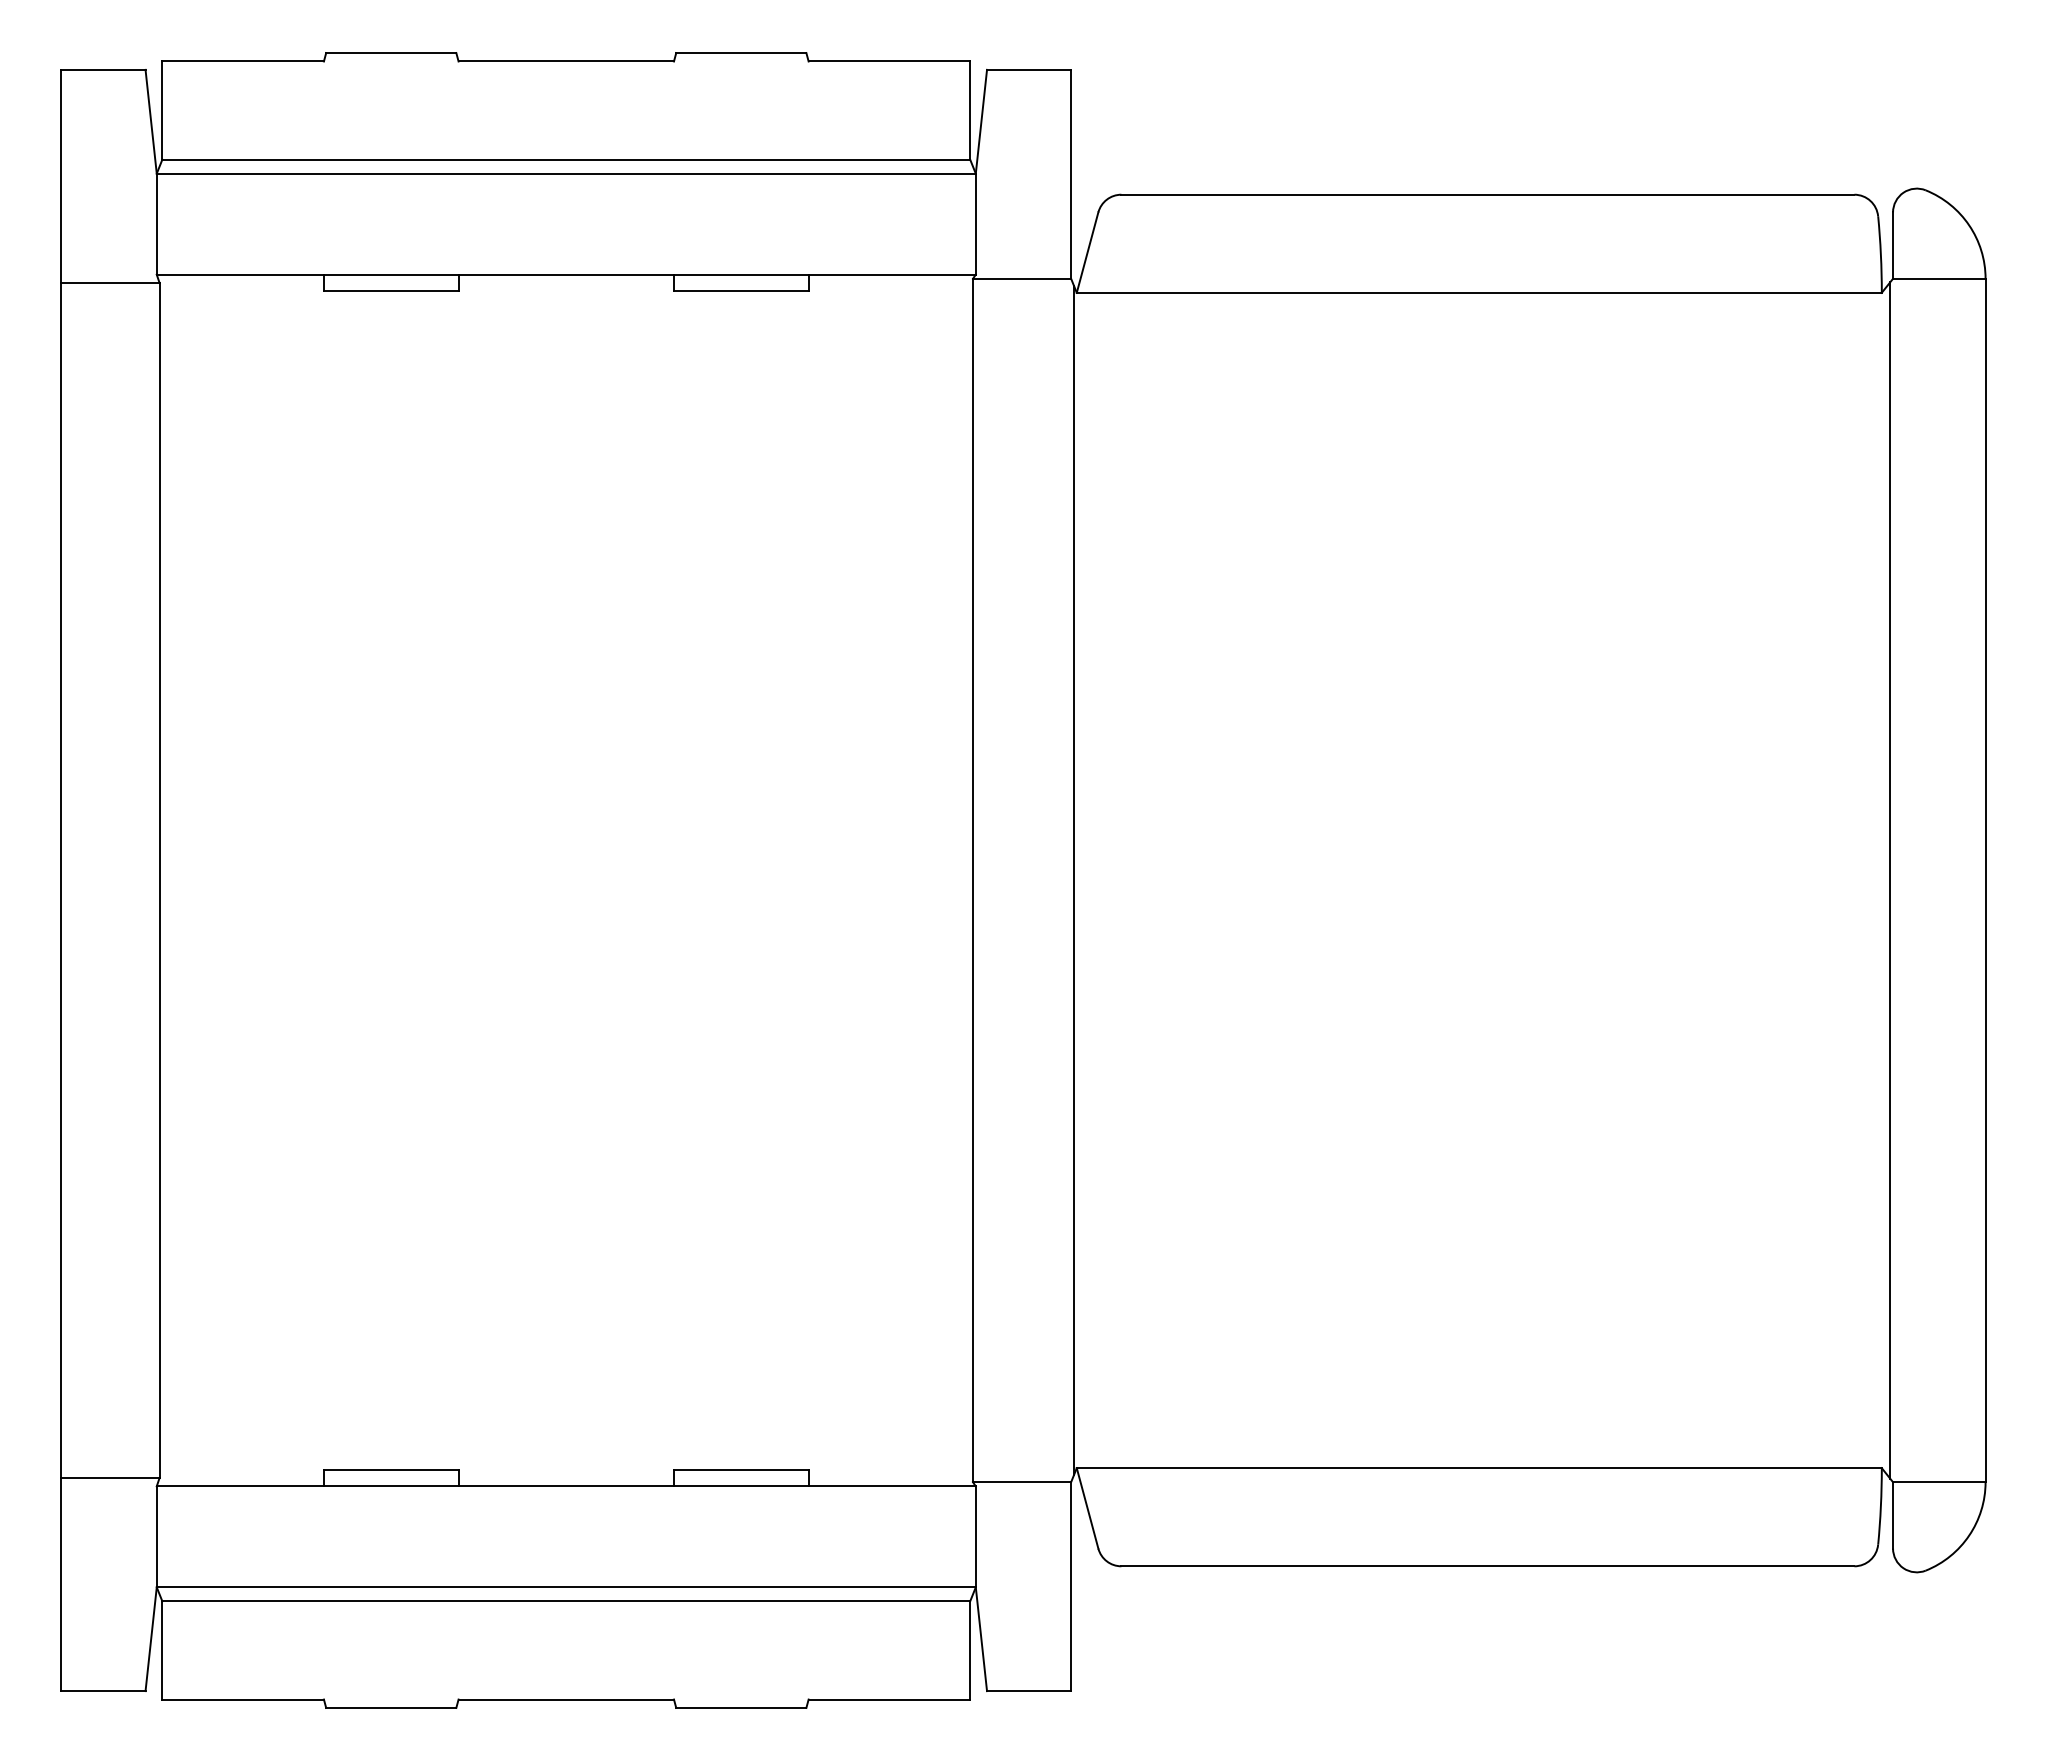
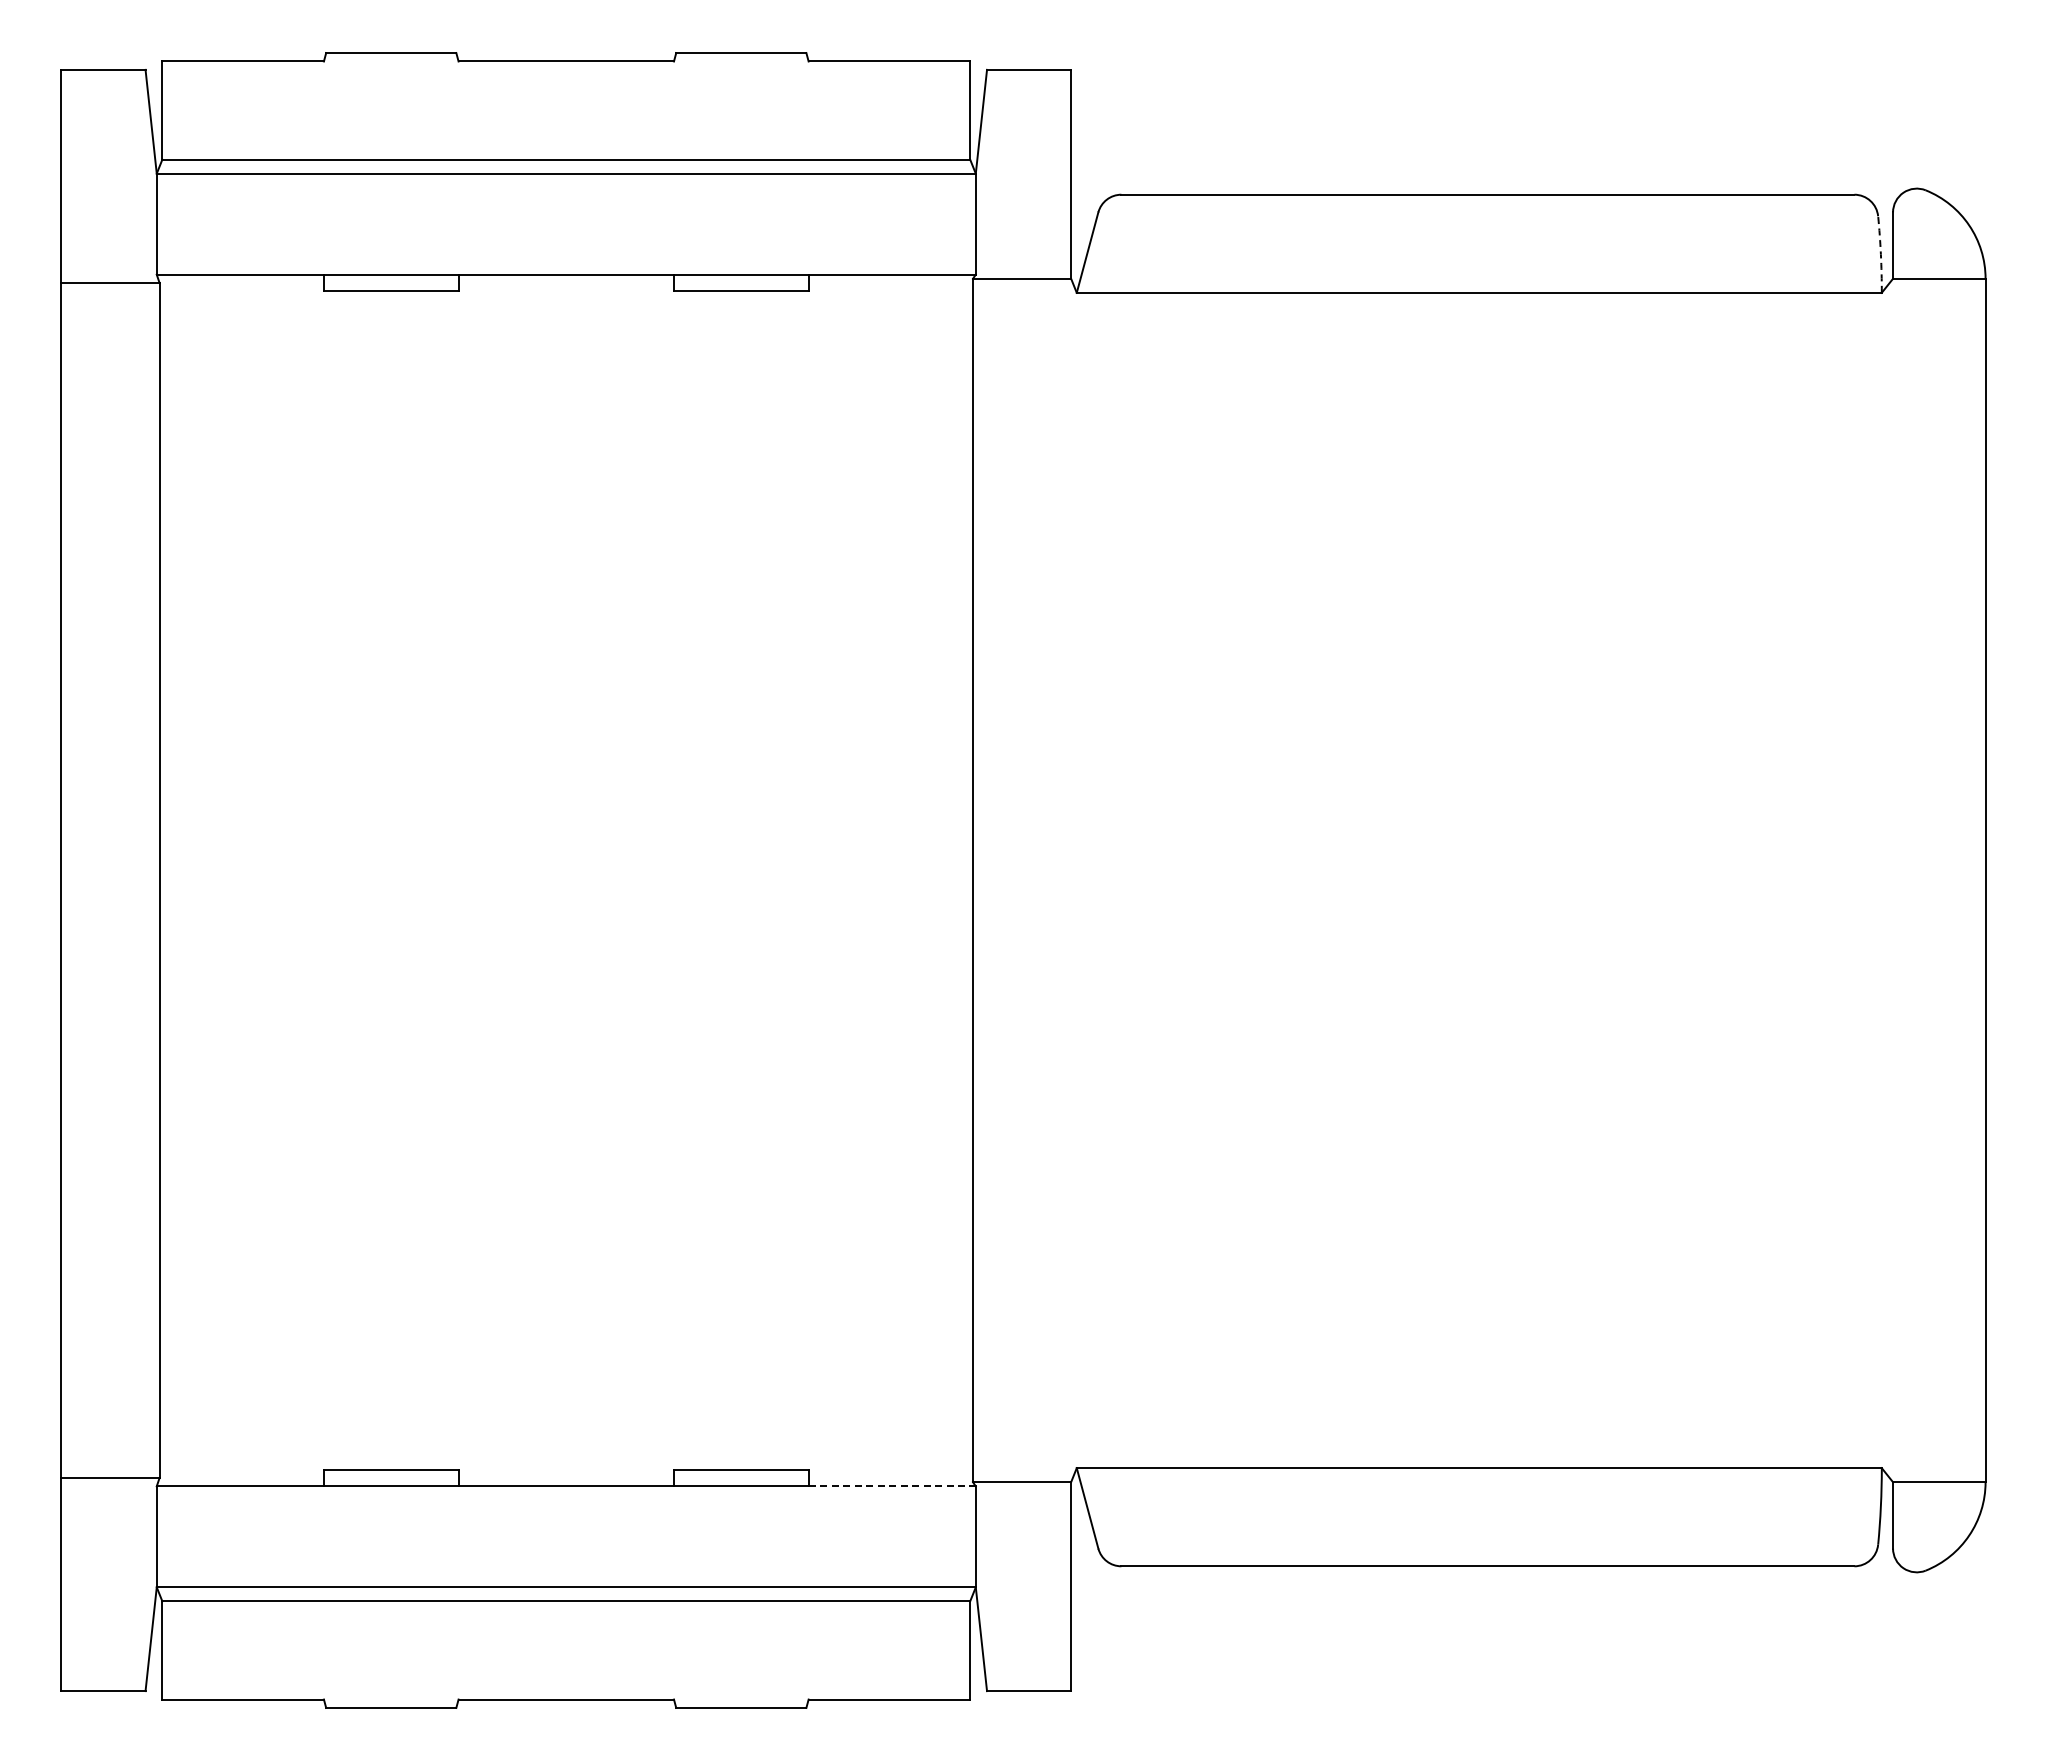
arc at (1880, 254): solid -> dashed
line at (1073, 880): present -> none
line at (1890, 880): present -> none
line at (892, 1486): solid -> dashed
